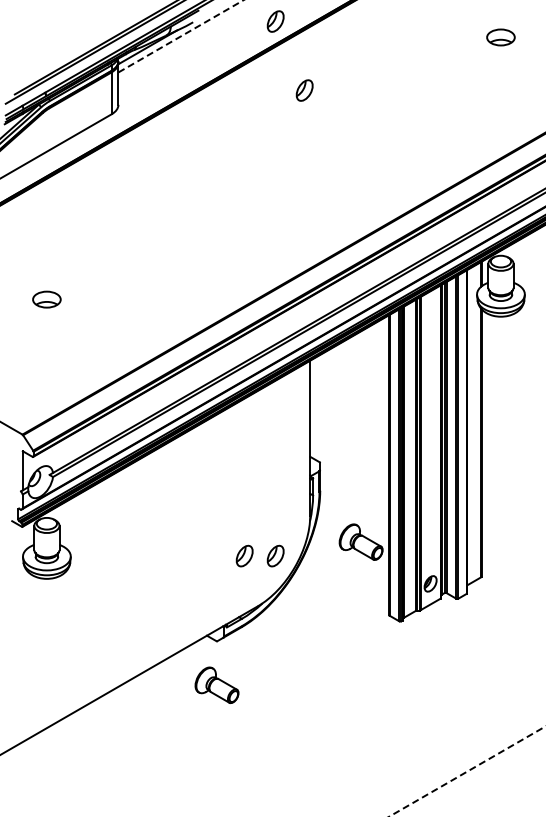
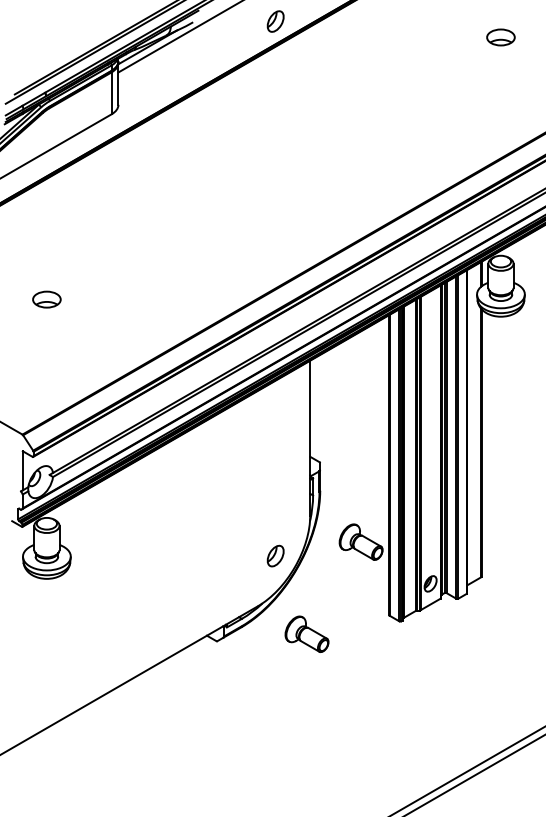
line at (181, 36): dashed -> solid
part at (304, 90): present -> none
part at (244, 555): present -> none
part at (216, 684) position: (216, 684) -> (306, 633)
line at (467, 771): dashed -> solid
line at (475, 774): none -> present
